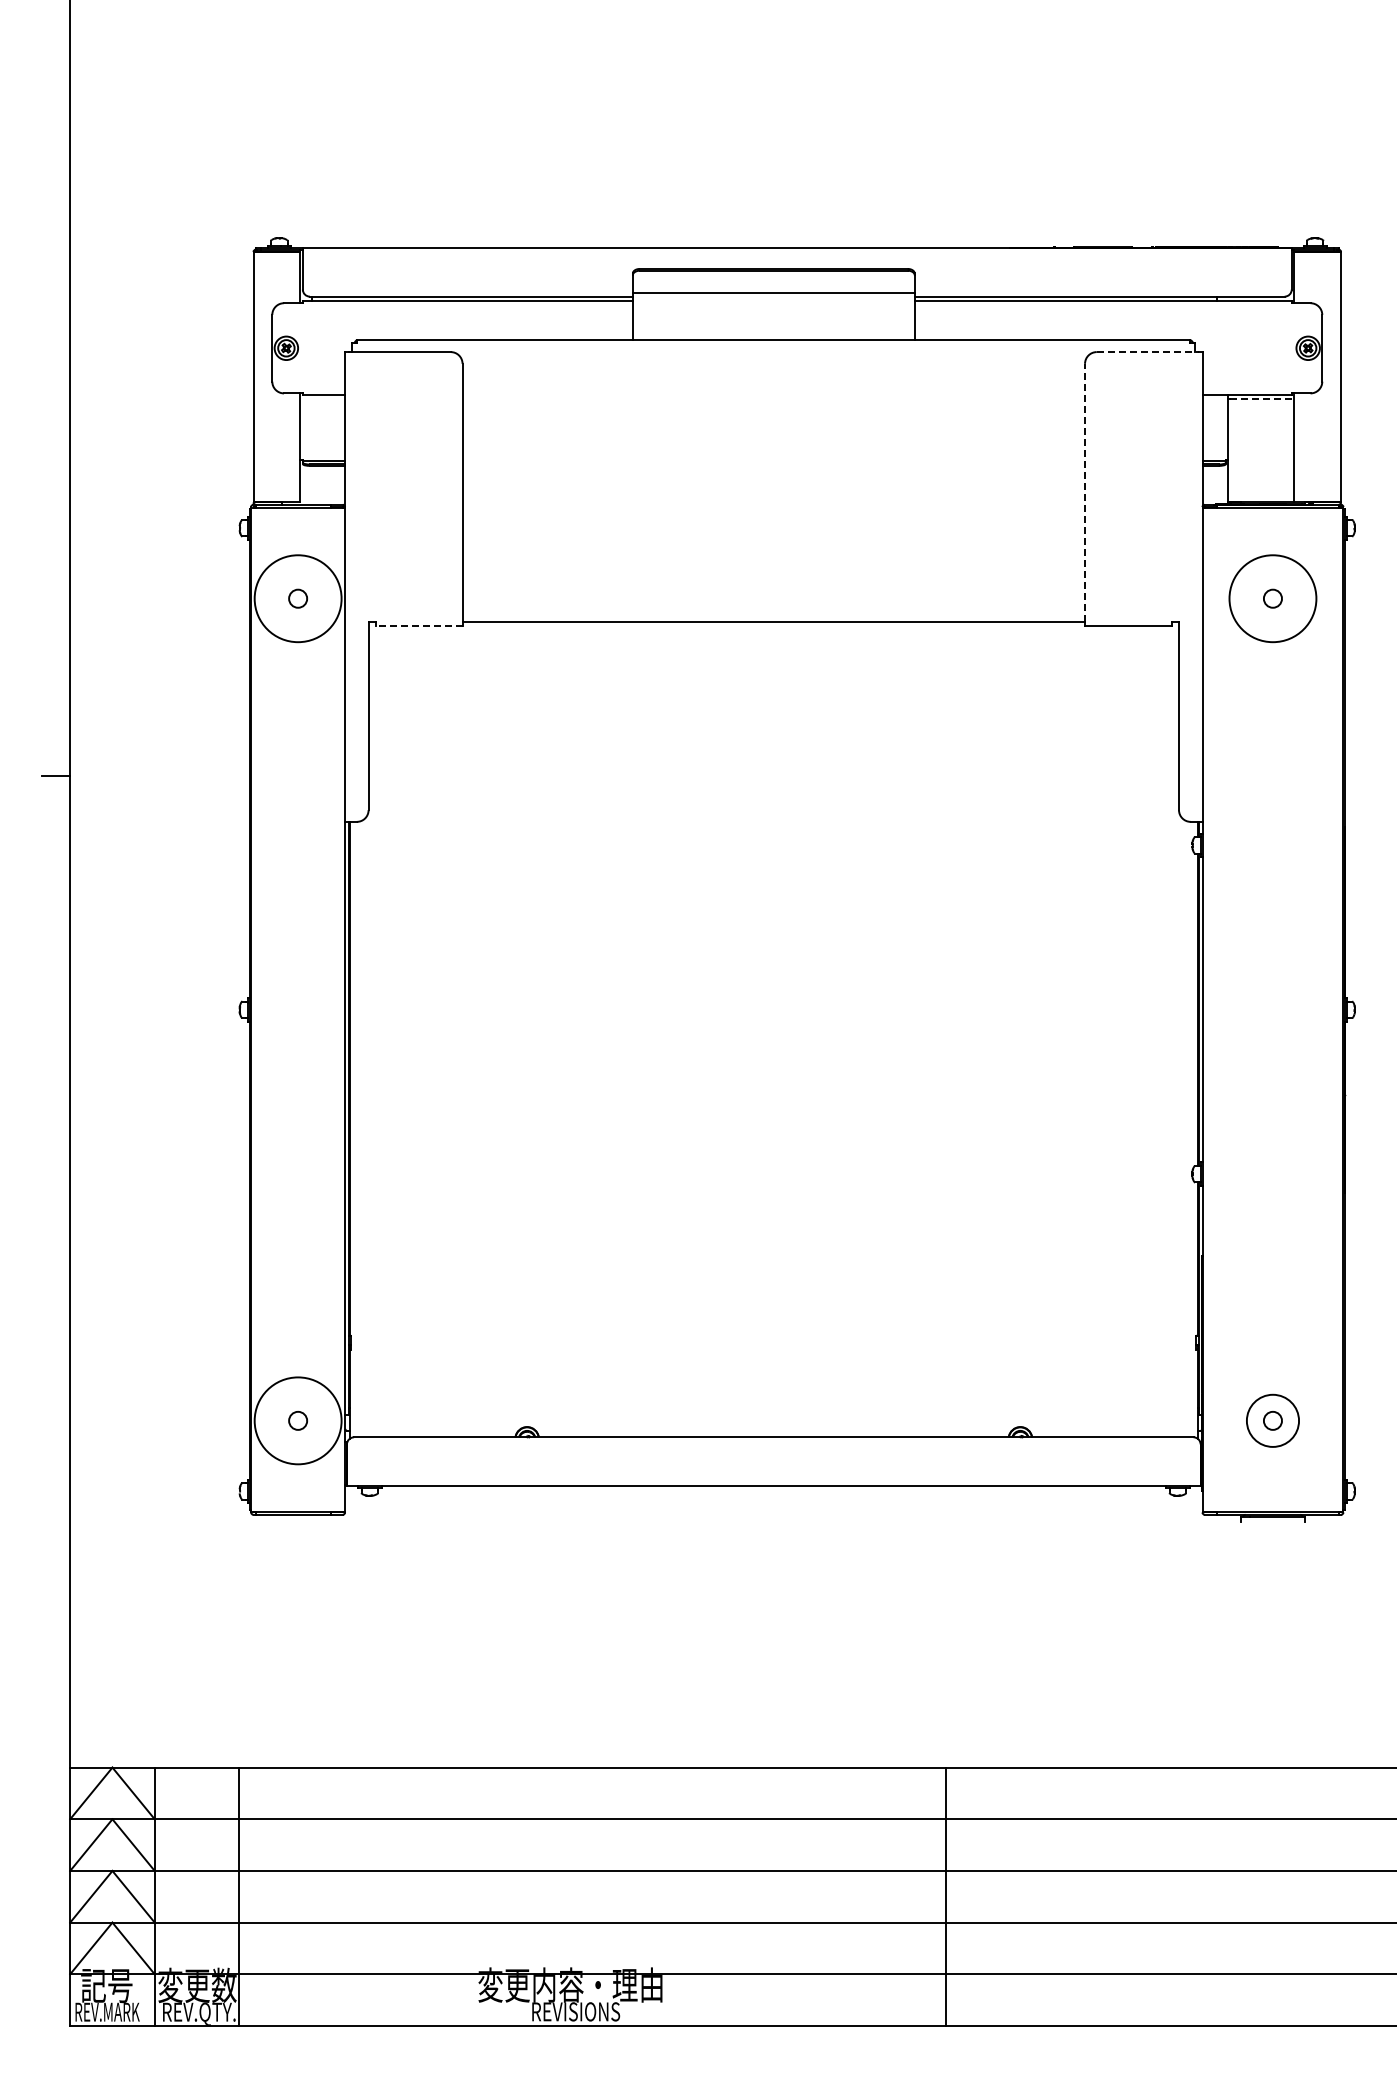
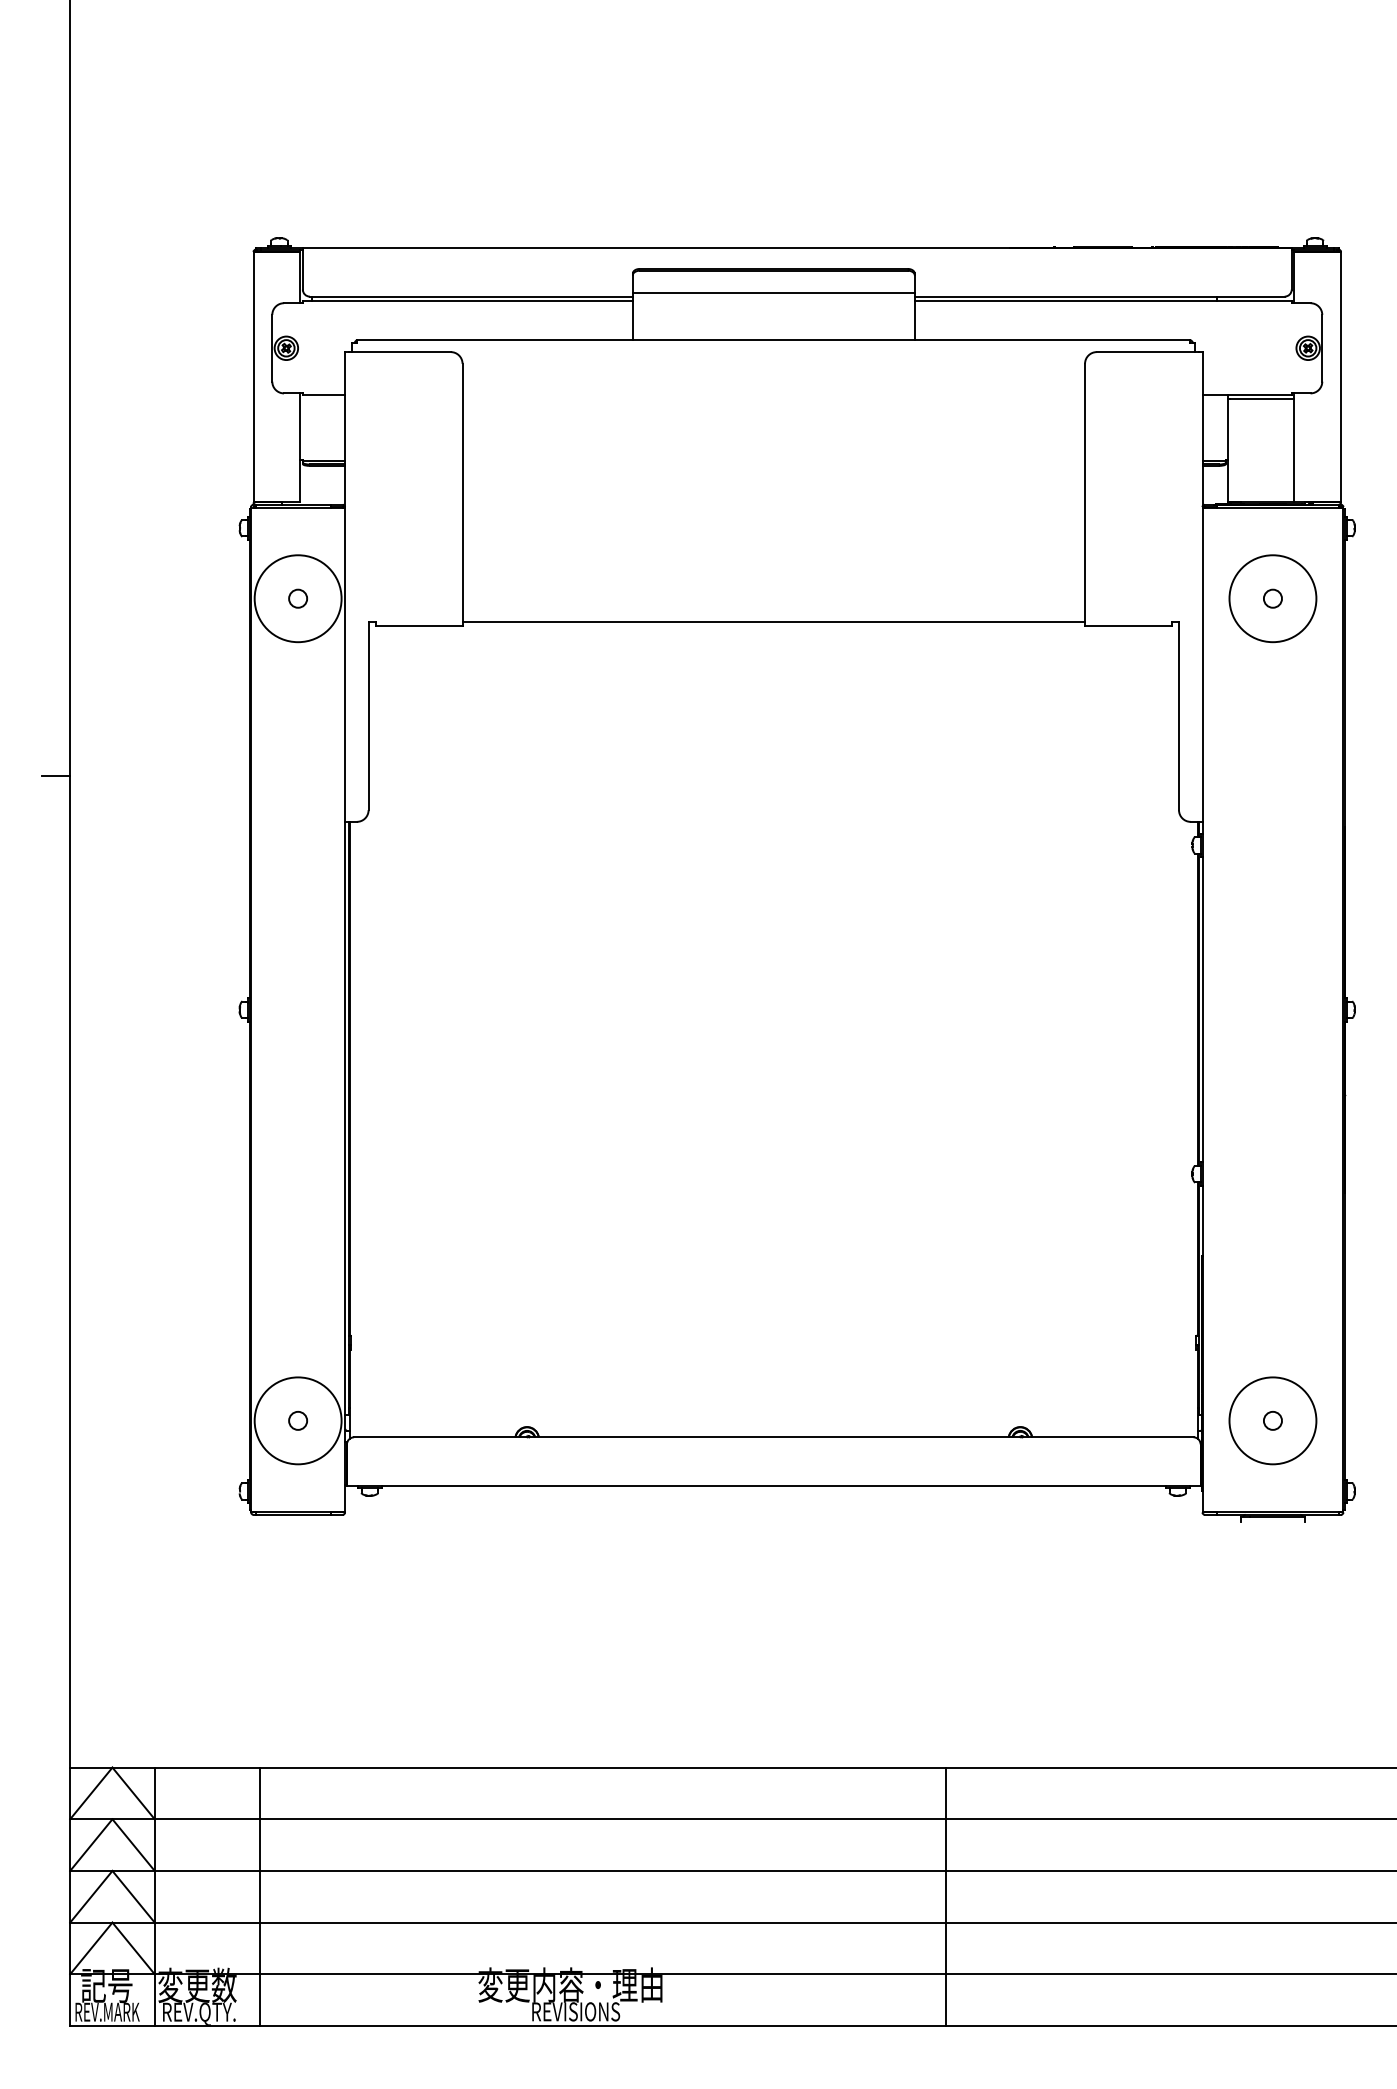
line at (1148, 352): dashed -> solid
line at (1262, 399): dashed -> solid
line at (1085, 492): dashed -> solid
line at (418, 625): dashed -> solid
circle at (1272, 1420) diameter: 52 px -> 87 px
line at (238, 1896) position: (238, 1896) -> (259, 1896)
